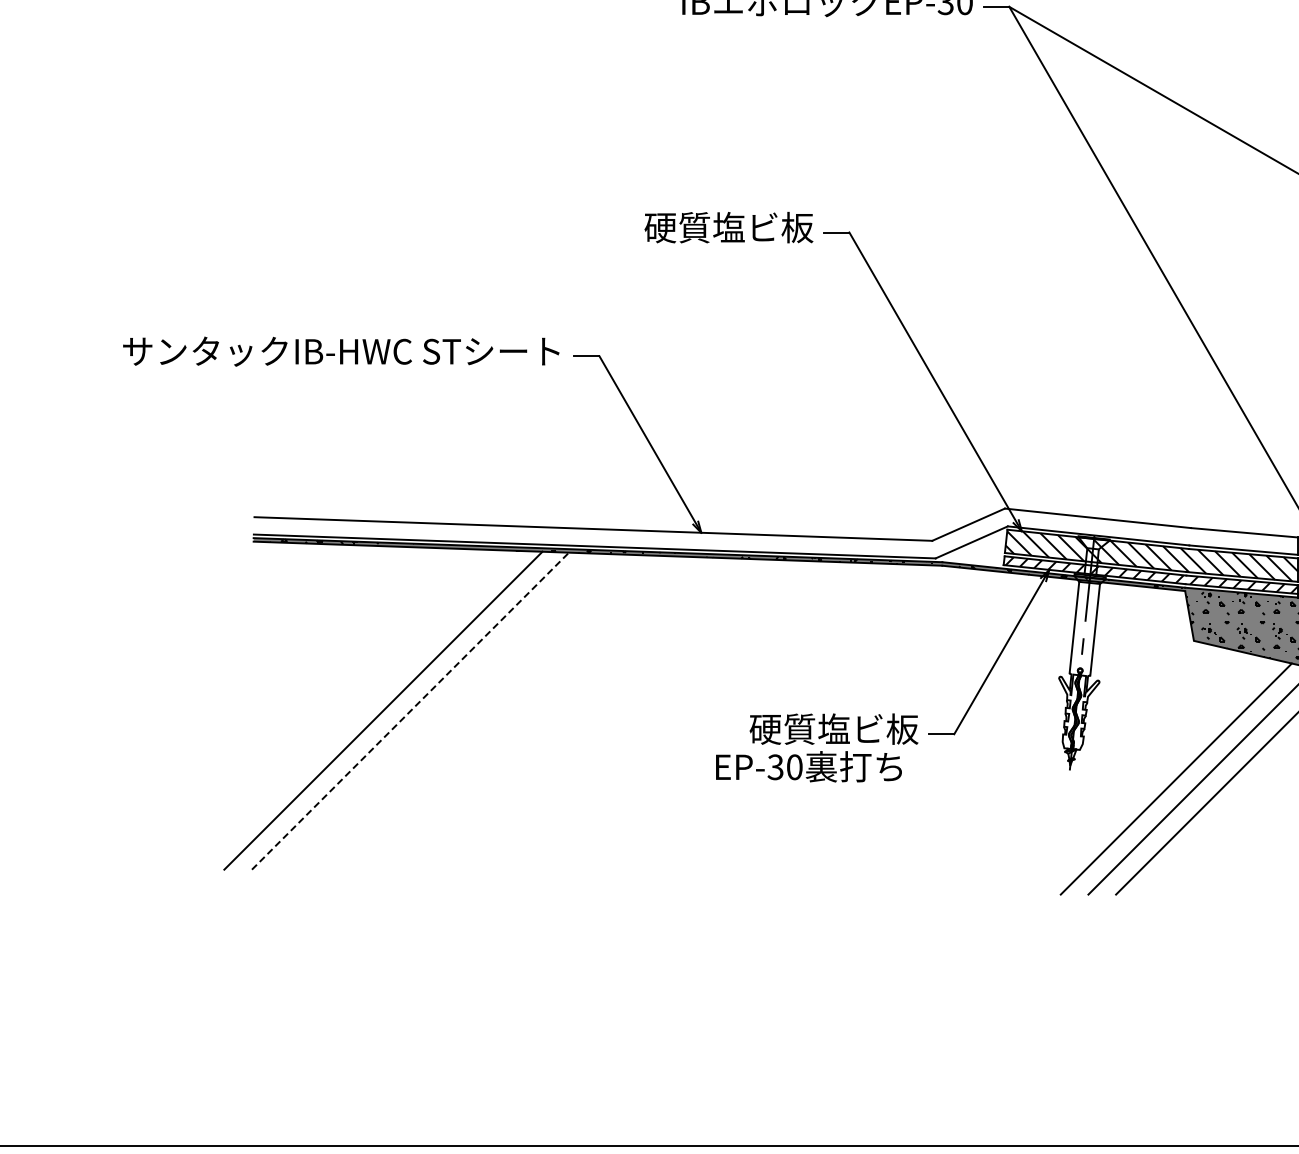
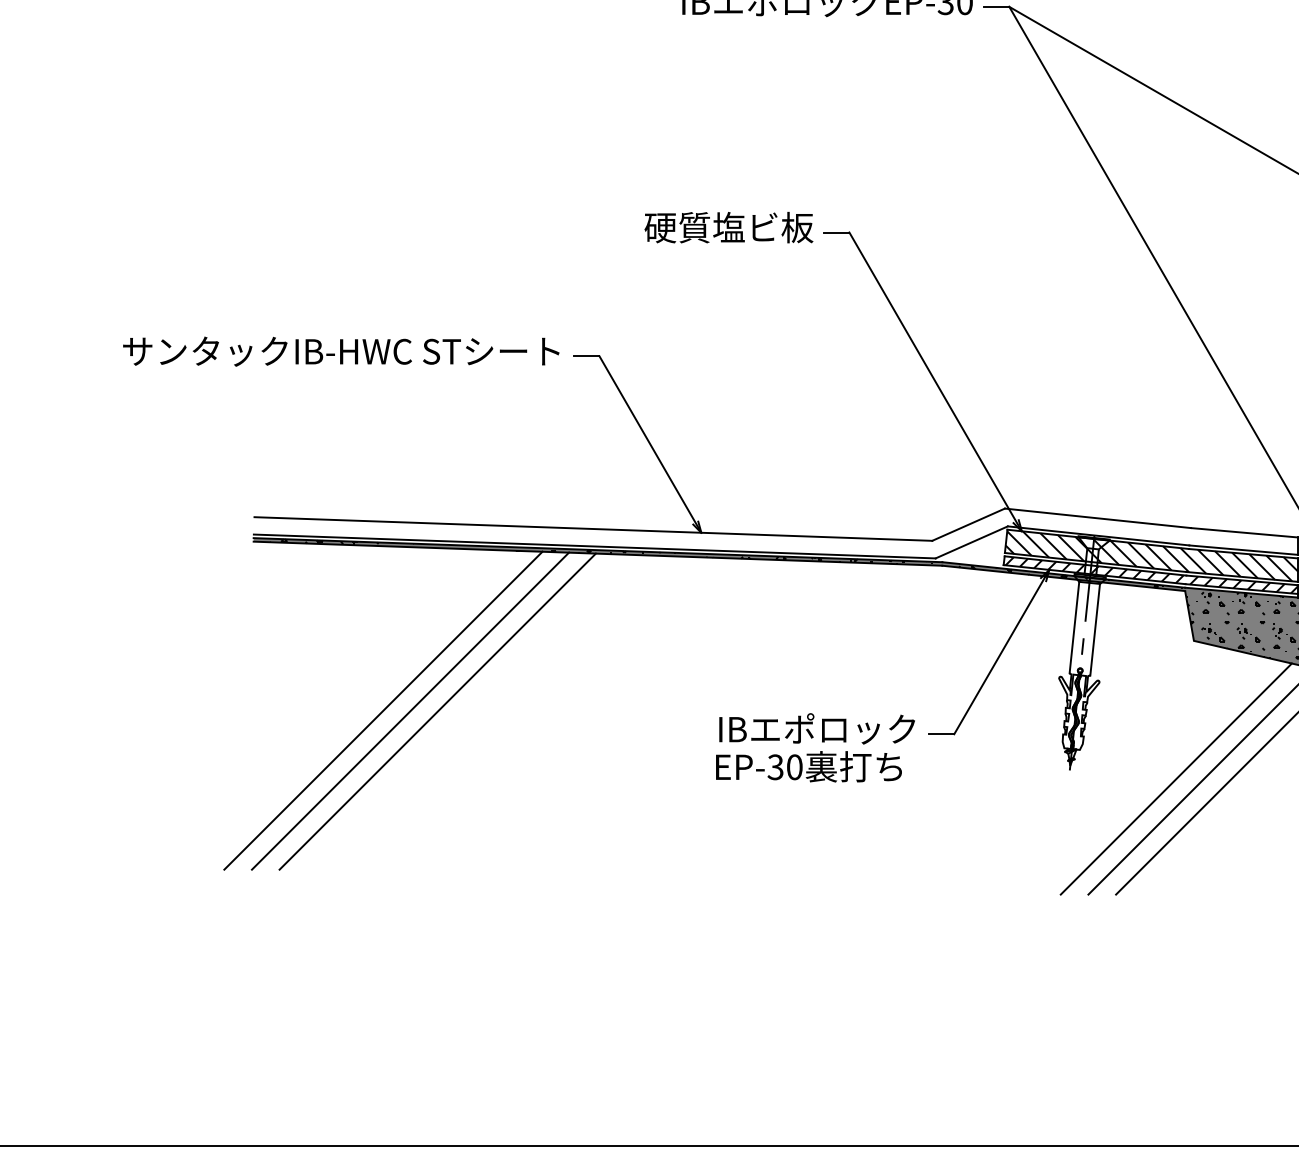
line at (410, 710): dashed -> solid
line at (437, 711): none -> present
text at (818, 728): 硬質塩ビ板 -> IBエポロック
